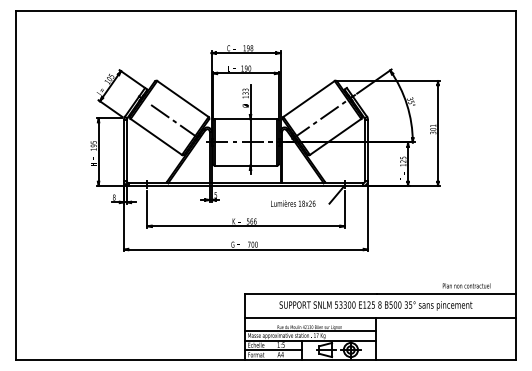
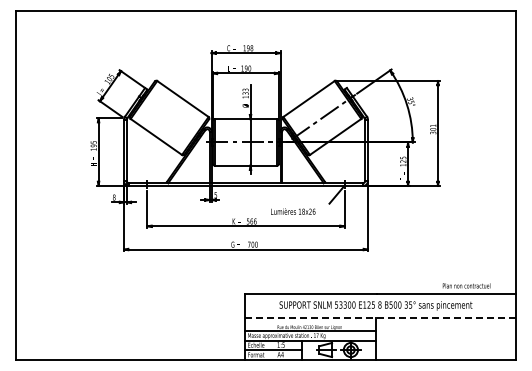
line at (175, 122): present -> none
text at (293, 203) position: (293, 203) -> (293, 211)
line at (380, 318): solid -> dashed
